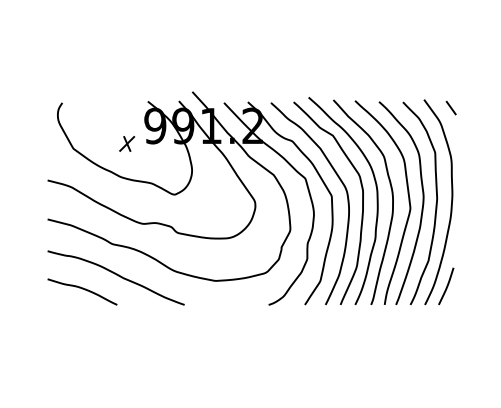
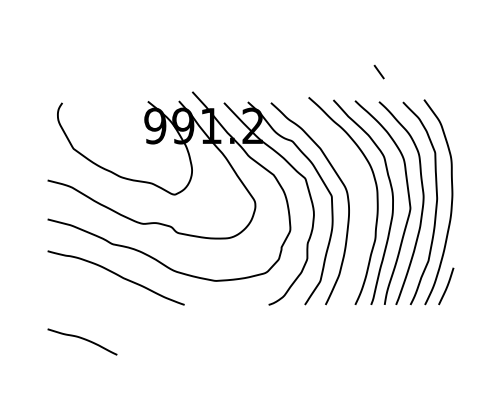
line at (450, 107) position: (450, 107) -> (378, 71)
part at (126, 143): present -> none
curve at (362, 202): present -> none
curve at (82, 289) position: (82, 289) -> (82, 339)
